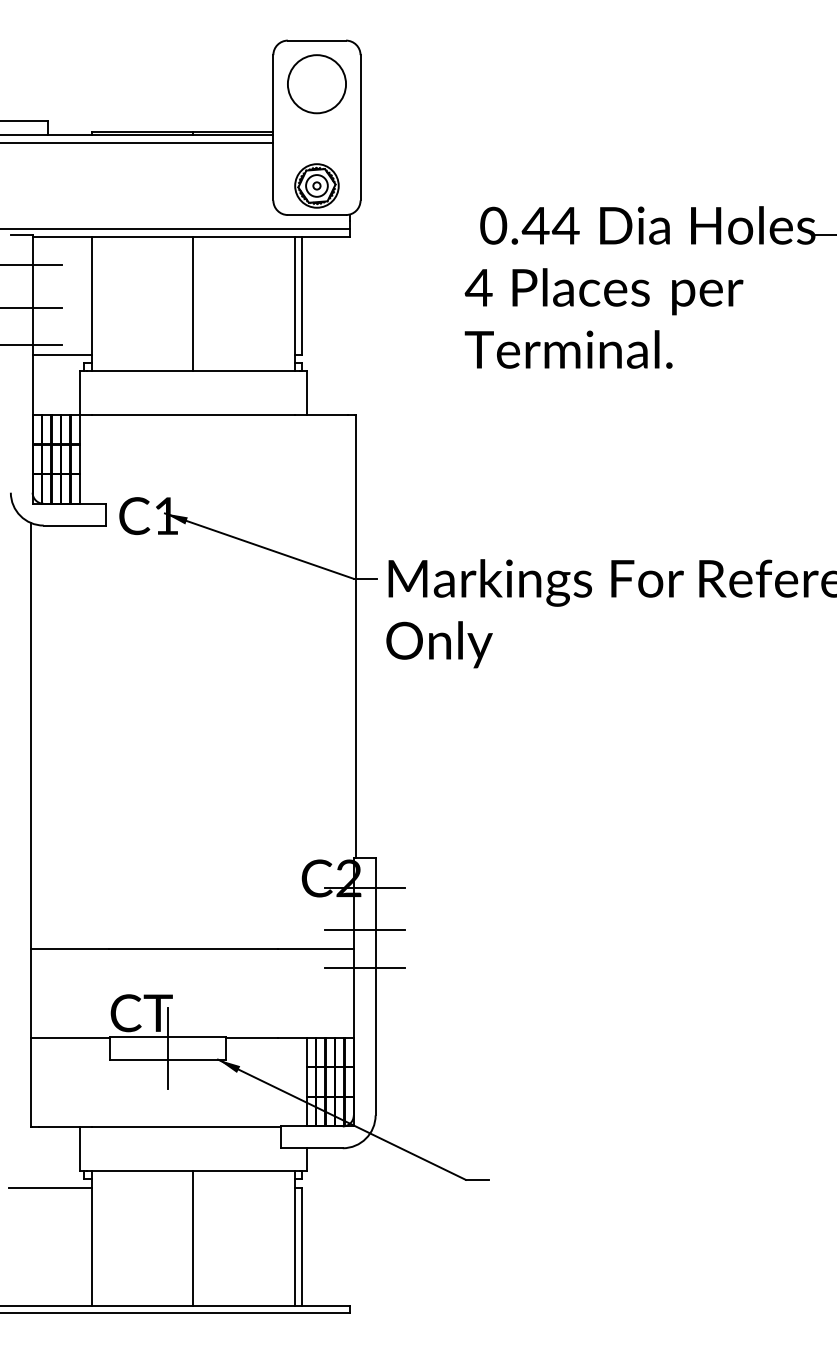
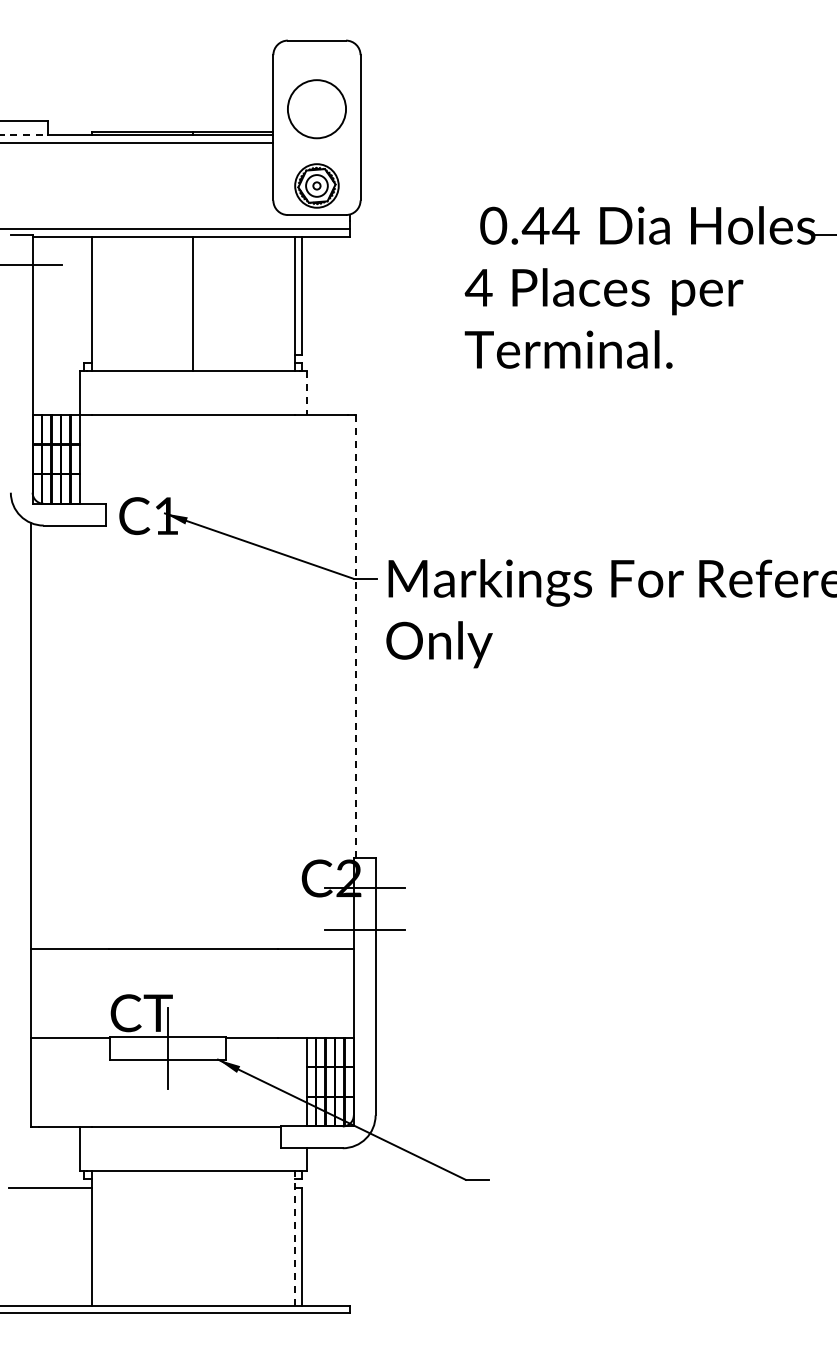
circle at (316, 84) position: (316, 84) -> (316, 109)
line at (24, 135): solid -> dashed
line at (31, 307): present -> none
line at (31, 345): present -> none
line at (61, 354): present -> none
line at (307, 393): solid -> dashed
line at (355, 636): solid -> dashed
line at (364, 968): present -> none
line at (193, 1237): present -> none
line at (295, 1237): solid -> dashed
